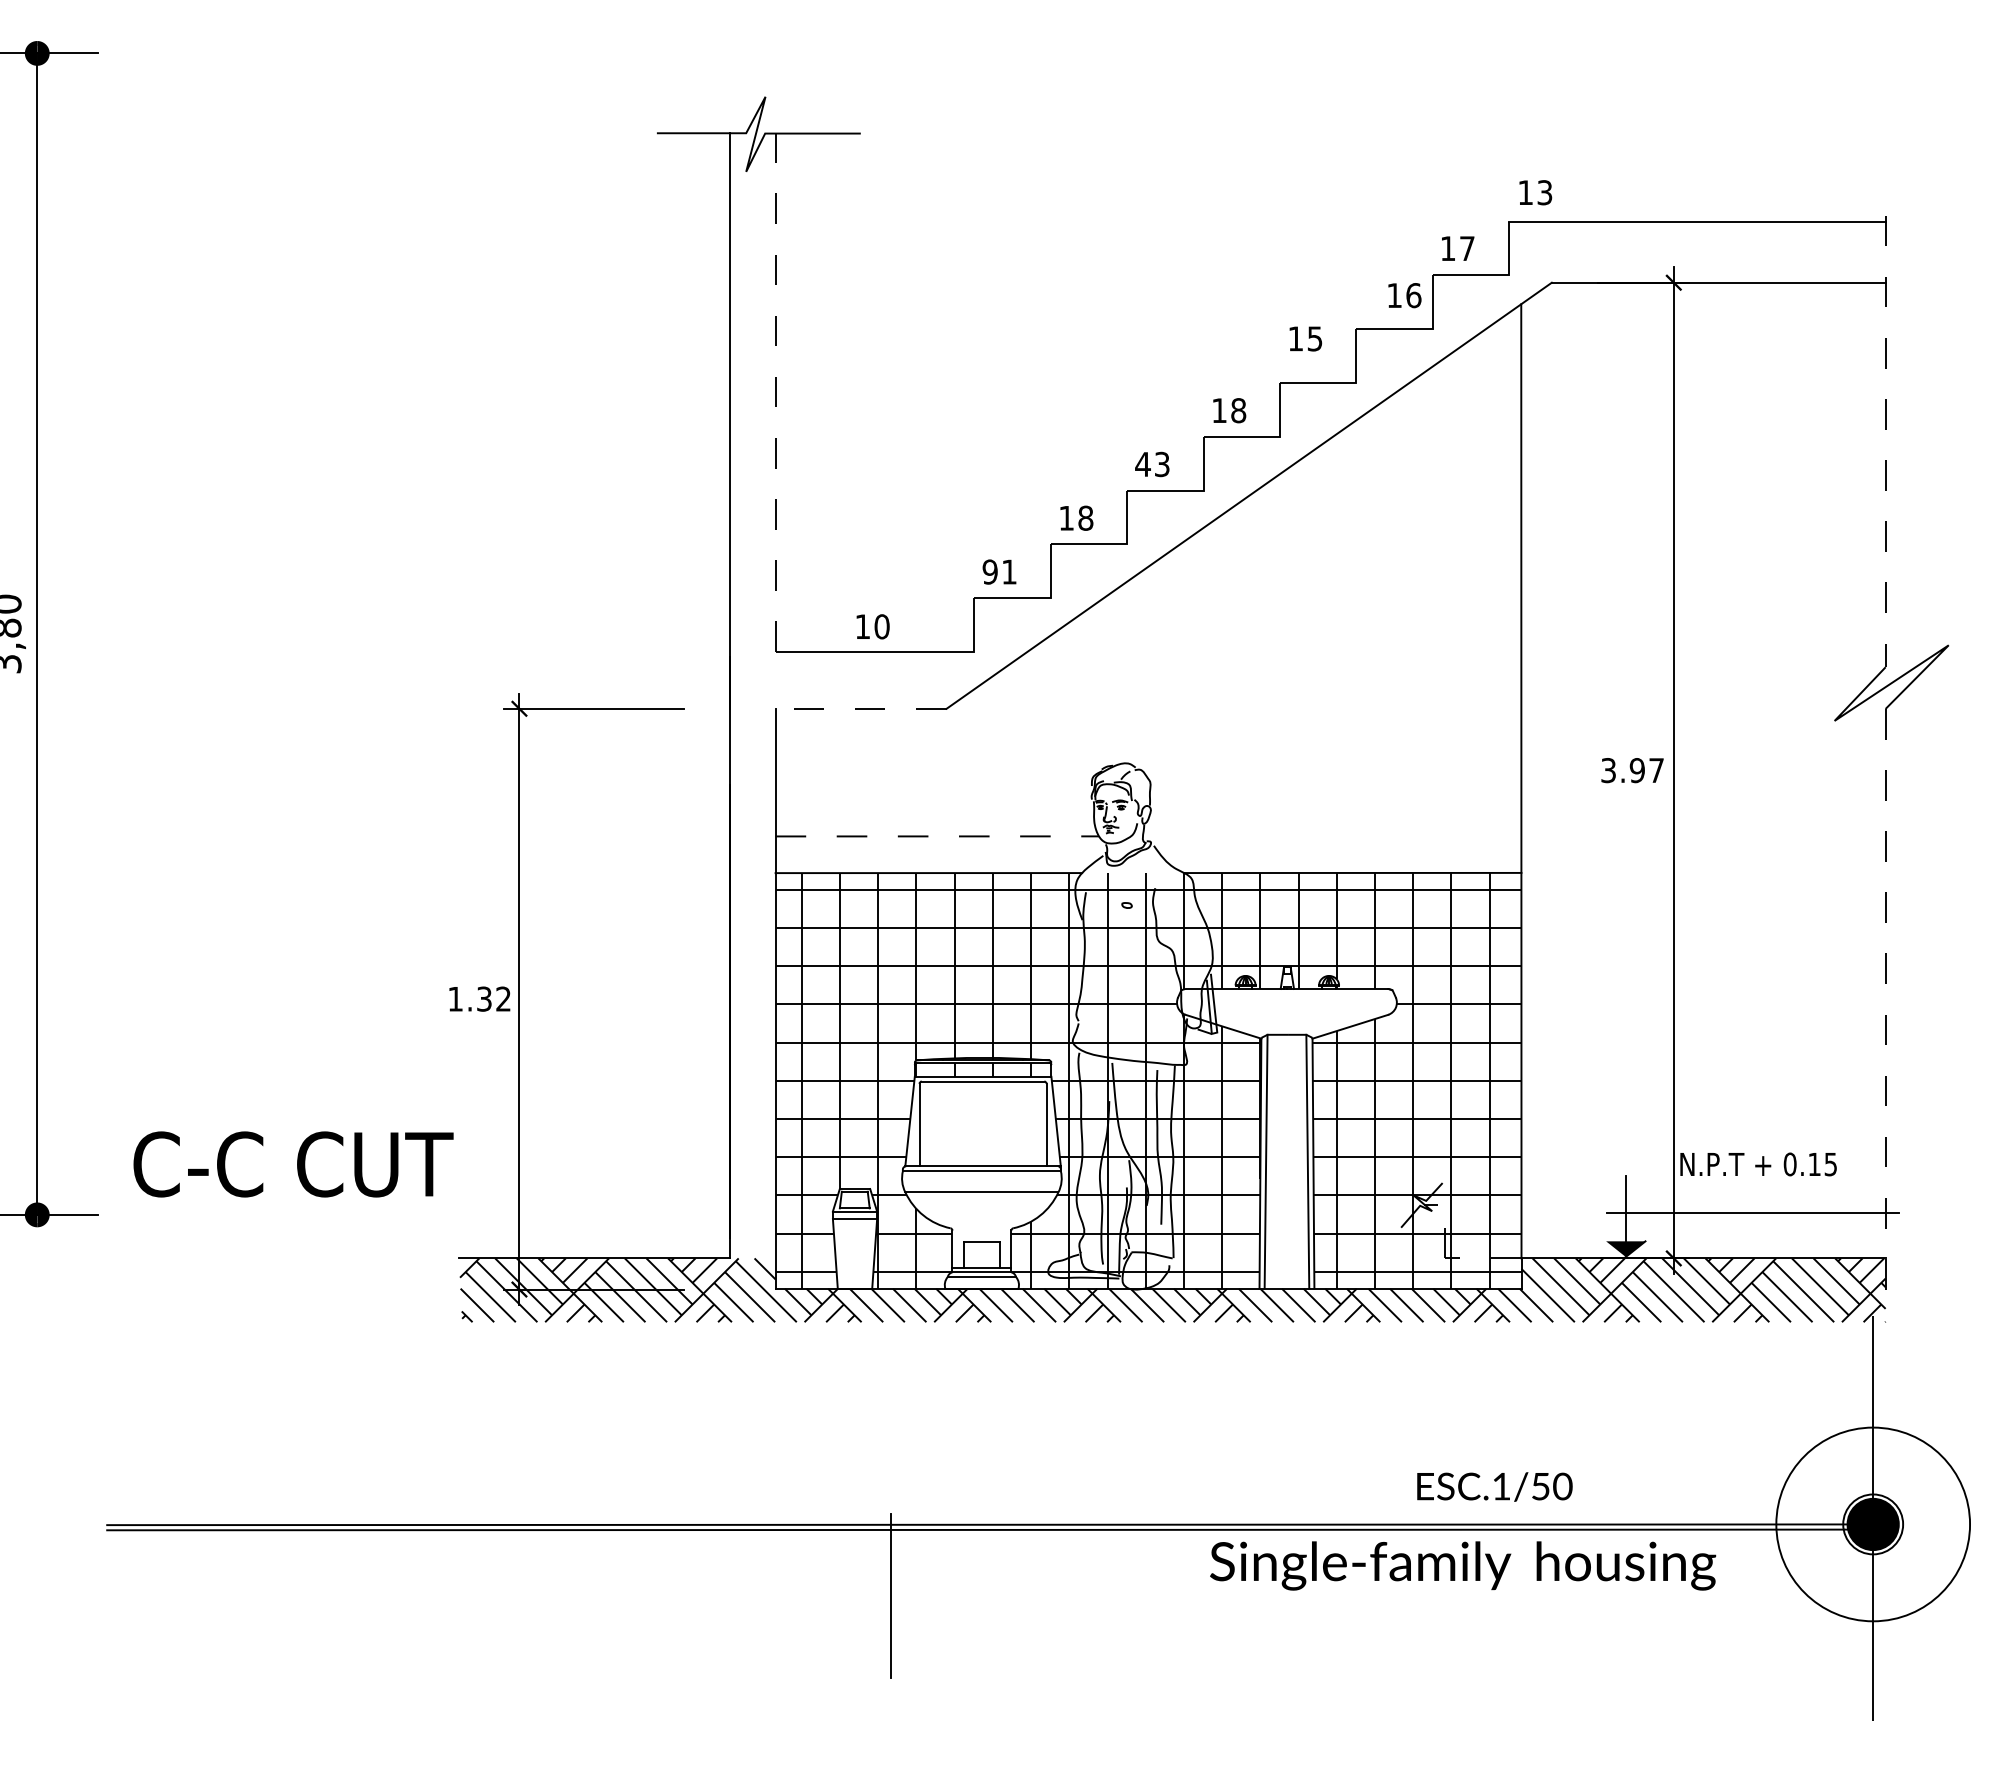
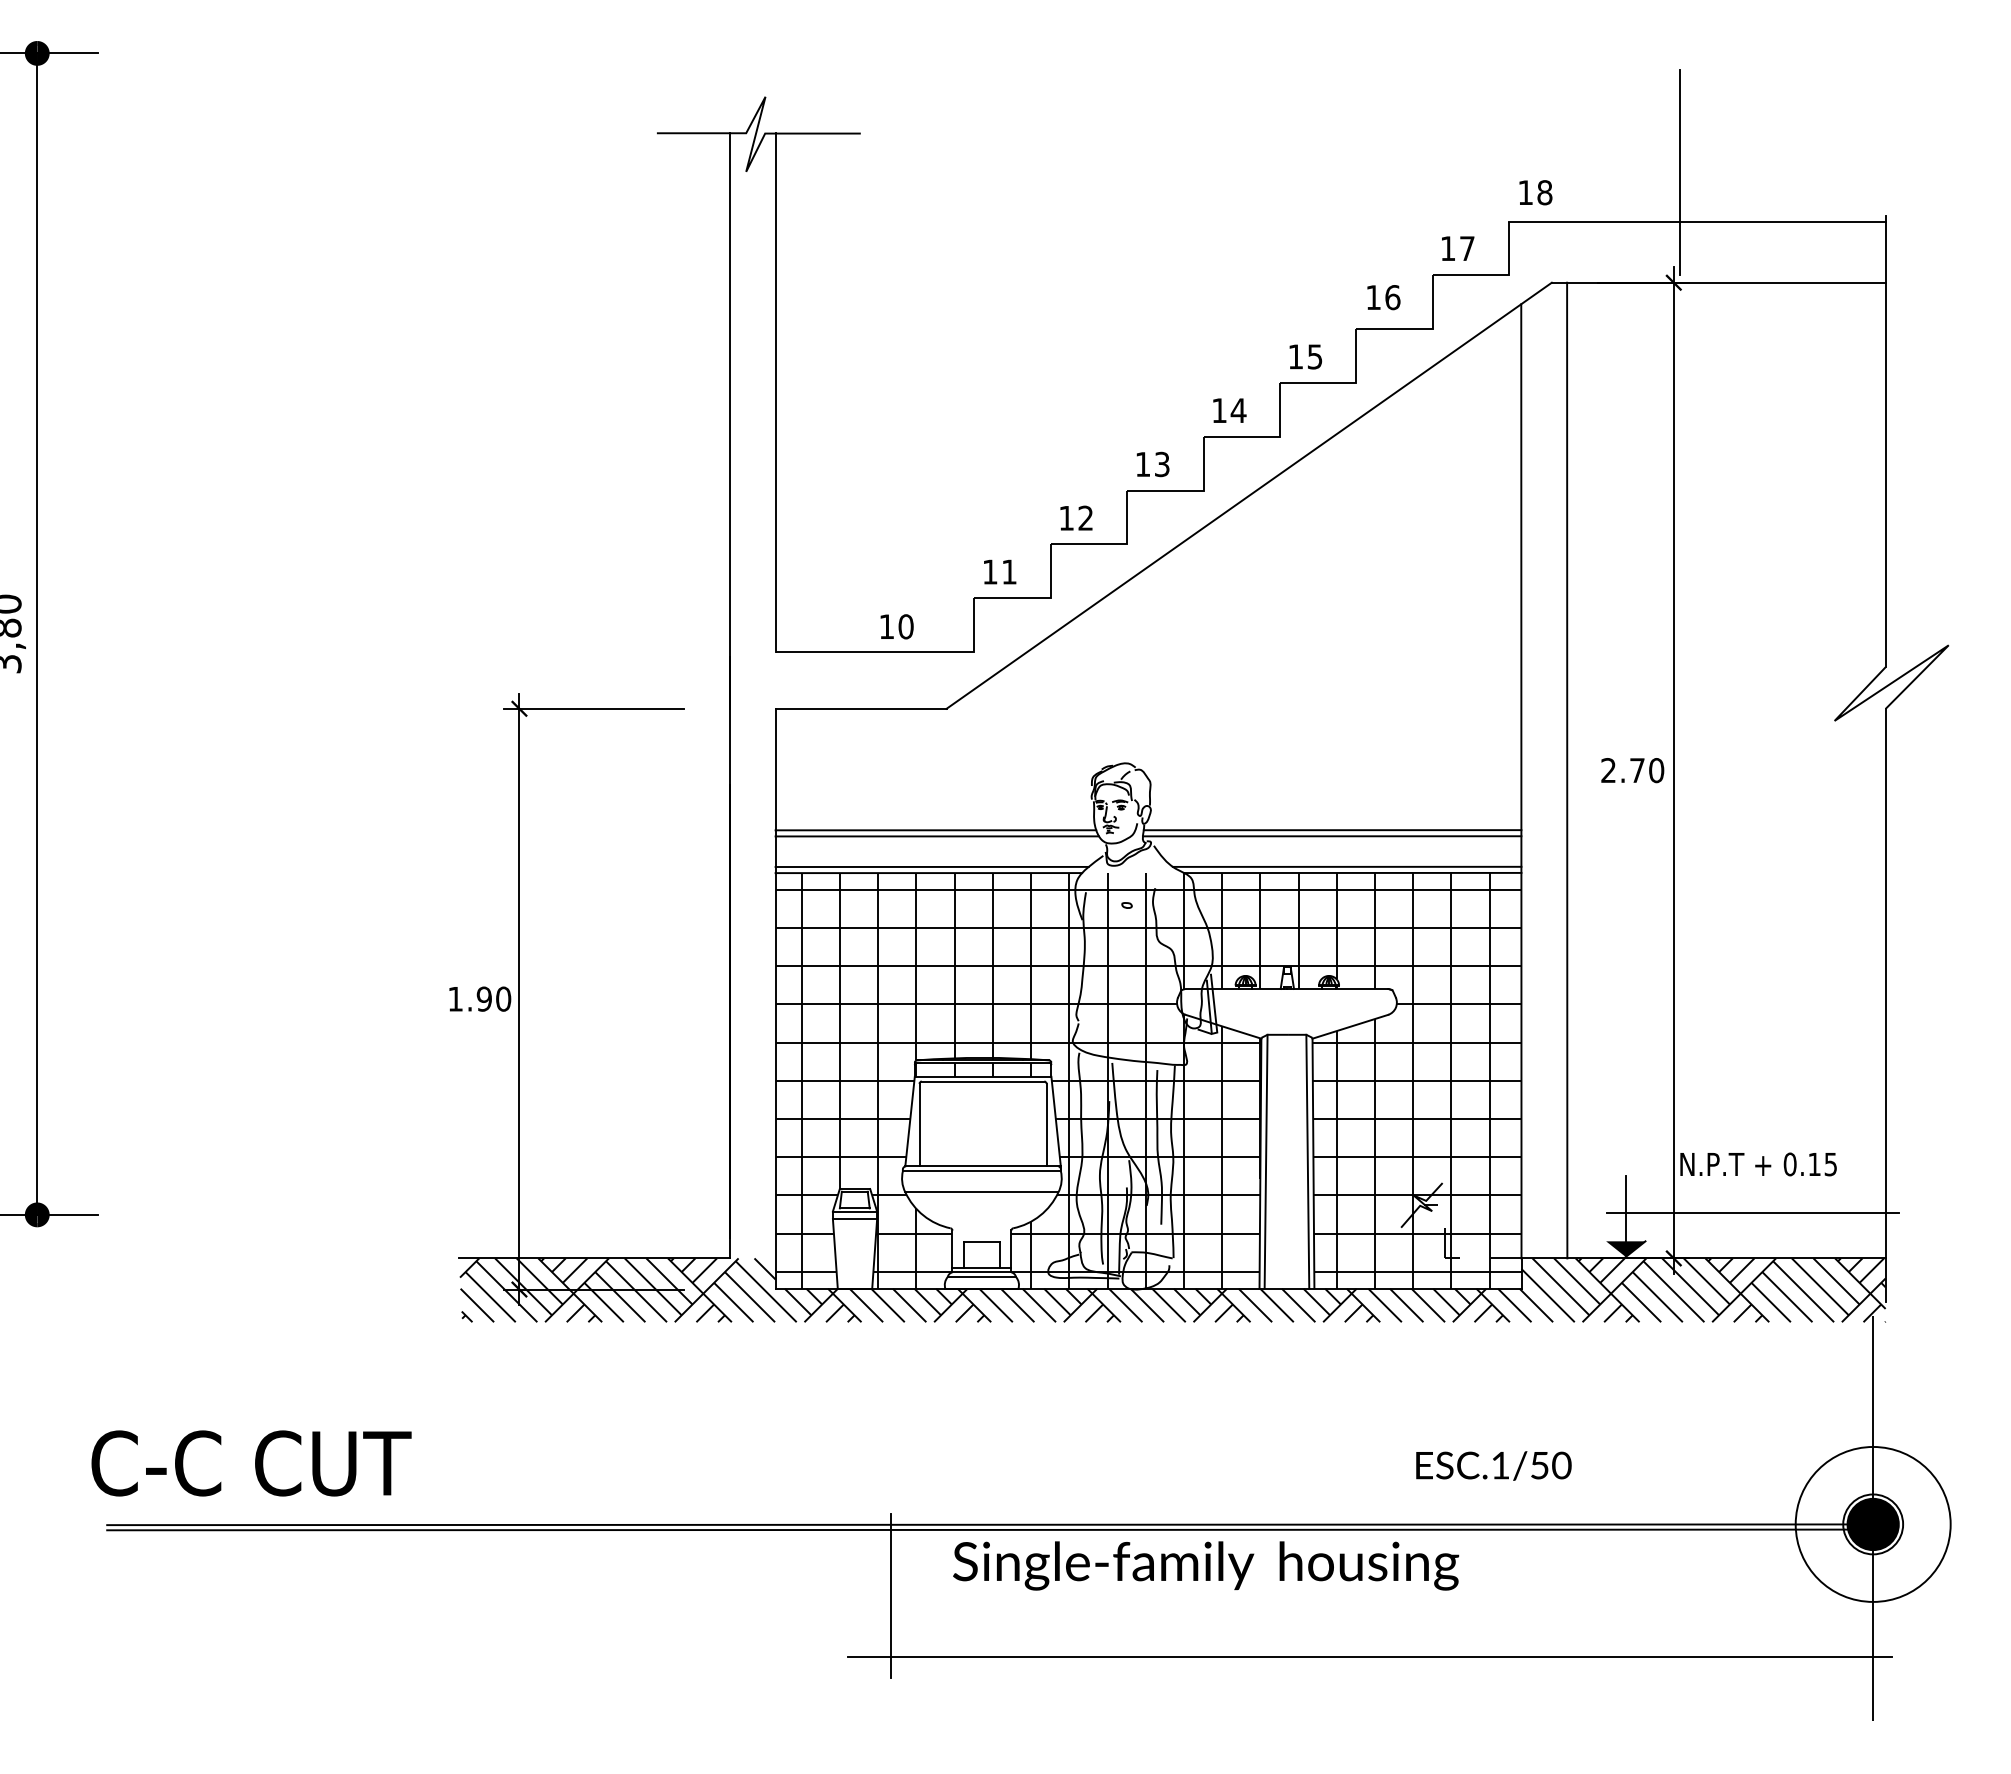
line at (1680, 171): none -> present
text at (1544, 192): 13 -> 18
text at (1404, 295) position: (1404, 295) -> (1383, 297)
text at (1305, 338) position: (1305, 338) -> (1305, 356)
line at (775, 392): dashed -> solid
text at (1238, 410): 18 -> 14
line at (1885, 441): dashed -> solid
text at (1142, 464): 43 -> 13
text at (1085, 517): 18 -> 12
text at (989, 571): 91 -> 11
text at (872, 626) position: (872, 626) -> (896, 626)
line at (861, 708): dashed -> solid
line at (1567, 770): none -> present
text at (1632, 770): 3.97 -> 2.70
line at (935, 830): none -> present
line at (1332, 830): none -> present
line at (937, 836): dashed -> solid
line at (1331, 836): none -> present
line at (931, 866): none -> present
line at (1346, 866): none -> present
text at (493, 998): 1.32 -> 1.90
line at (1885, 1005): dashed -> solid
text at (293, 1164) position: (293, 1164) -> (251, 1463)
text at (1494, 1486) position: (1494, 1486) -> (1493, 1465)
circle at (1873, 1524) diameter: 194 px -> 155 px
text at (1463, 1565) position: (1463, 1565) -> (1206, 1565)
line at (1369, 1656): none -> present
